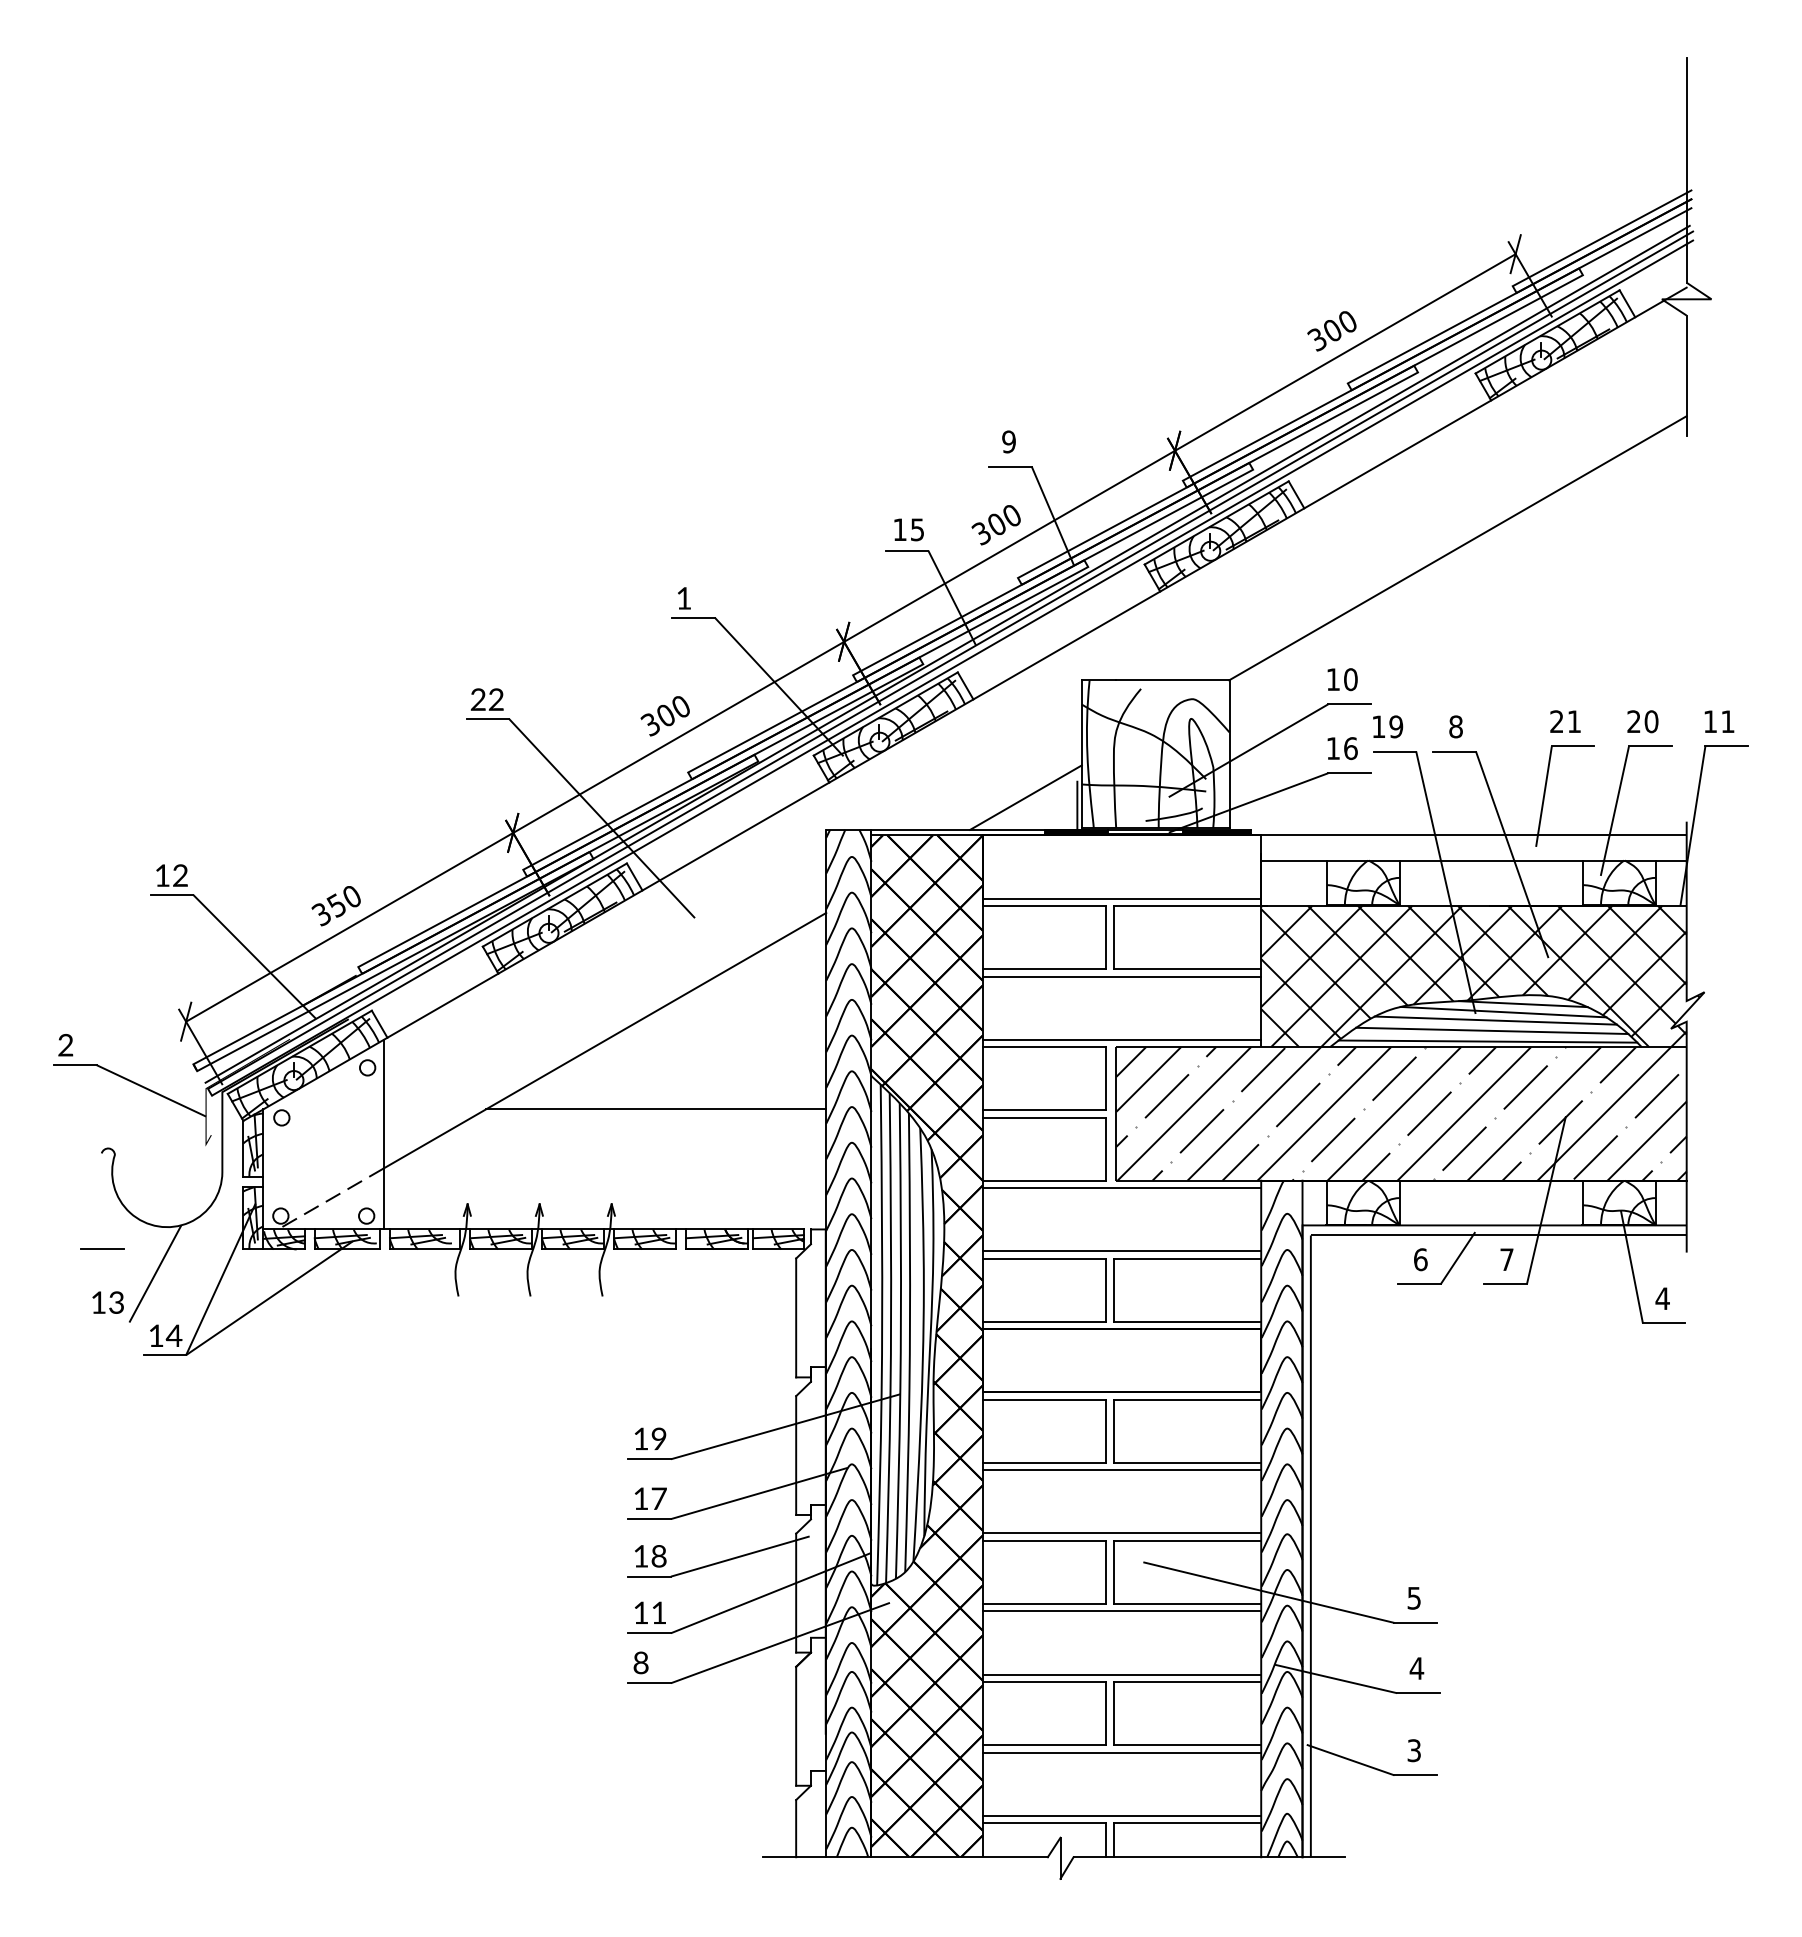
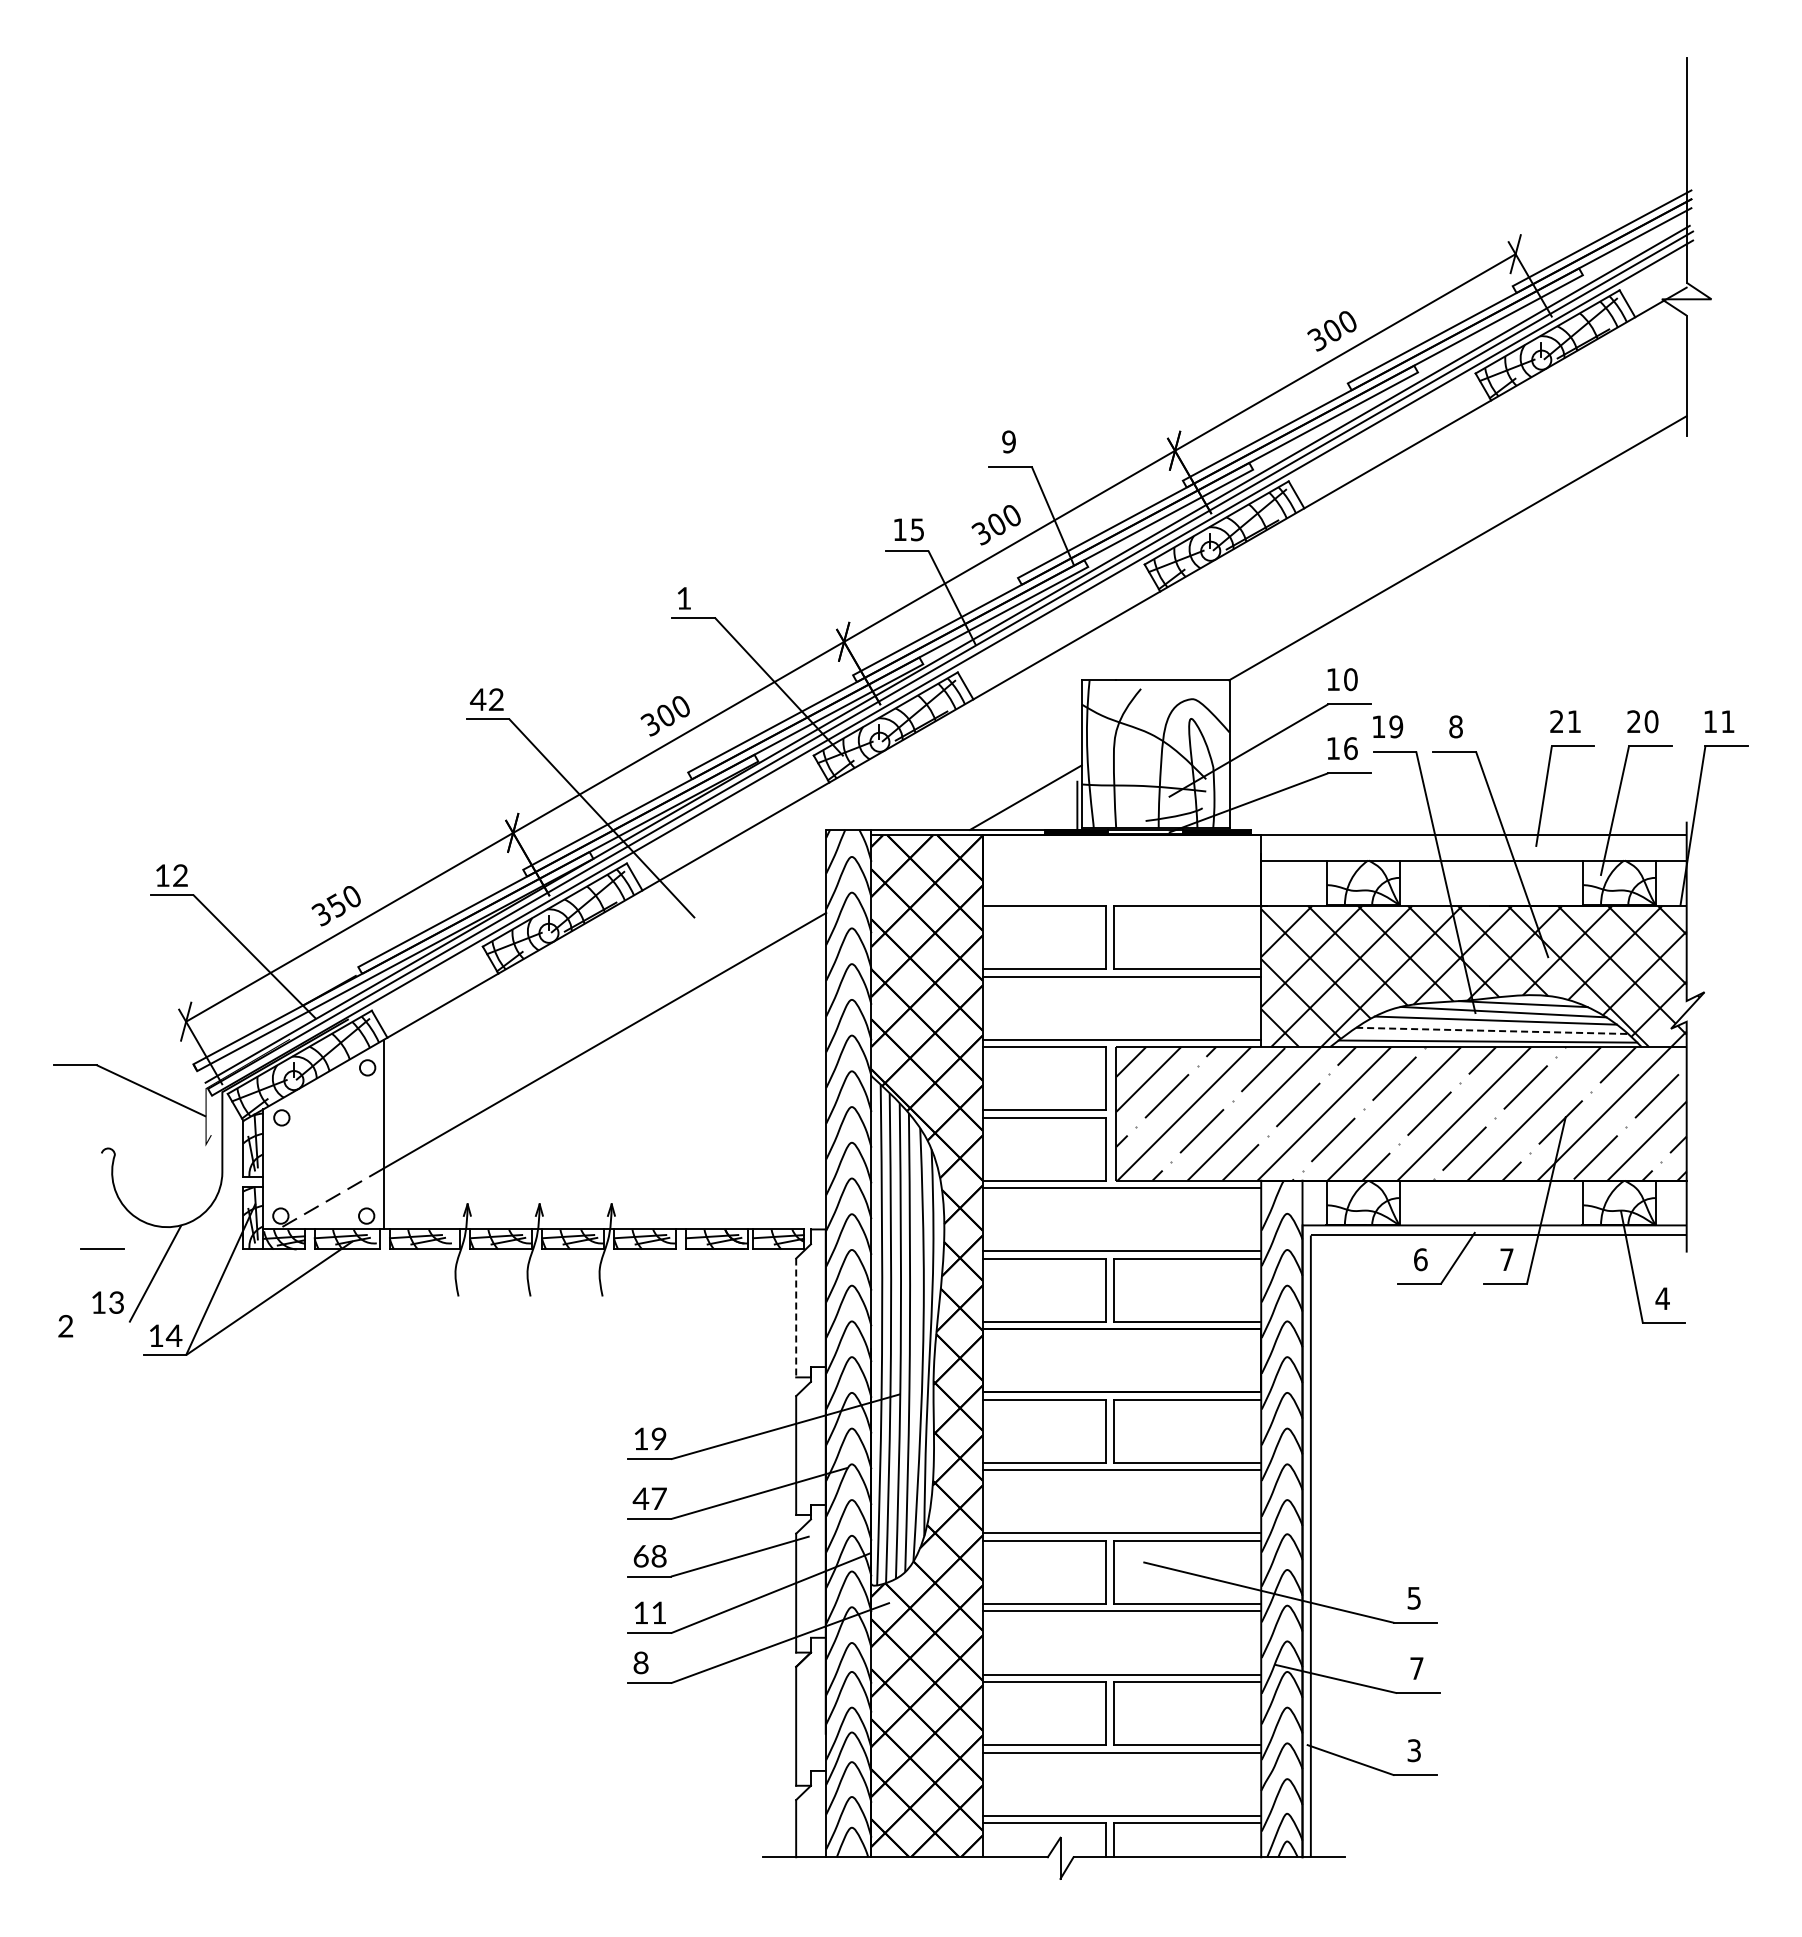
text at (477, 699): 22 -> 42
line at (1121, 898): present -> none
line at (1492, 1030): solid -> dashed
text at (65, 1045) position: (65, 1045) -> (65, 1326)
line at (656, 1109): present -> none
line at (796, 1318): solid -> dashed
text at (640, 1498): 17 -> 47
text at (640, 1556): 18 -> 68
text at (1416, 1668): 4 -> 7
